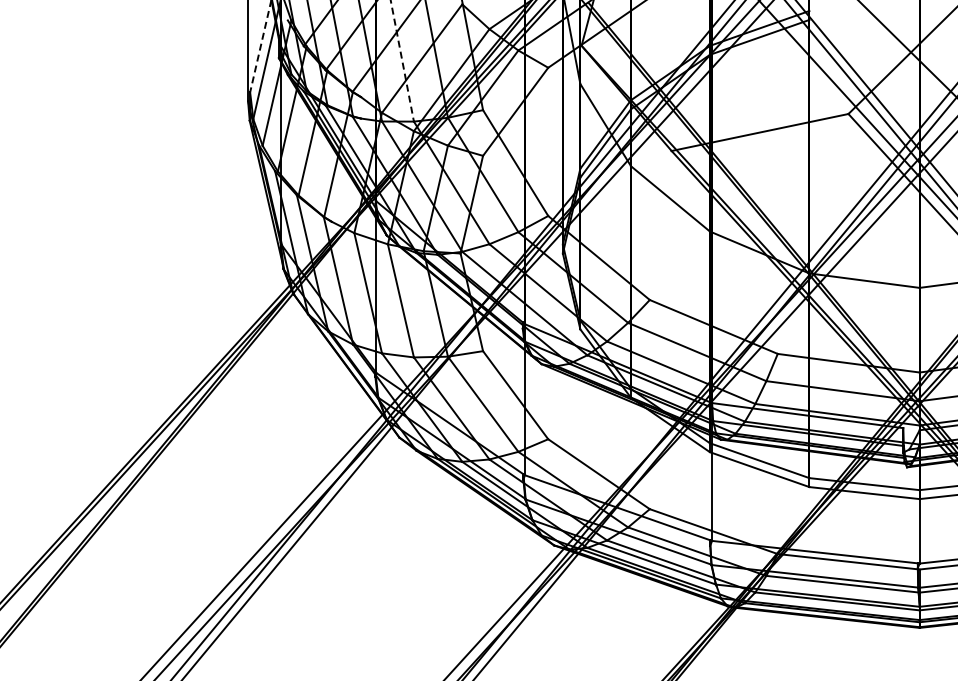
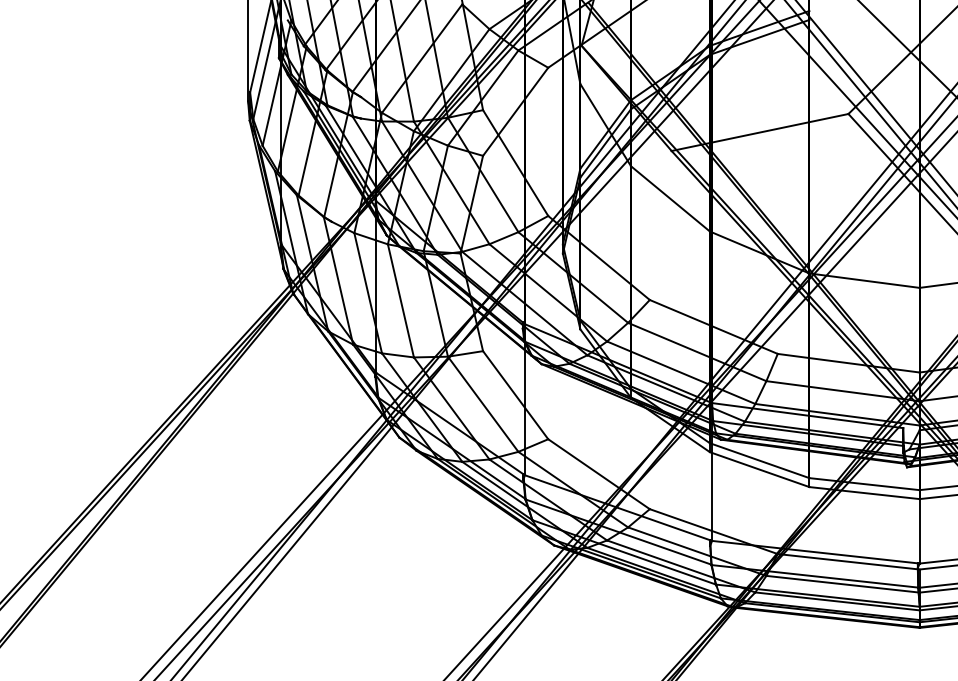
line at (260, 46): dashed -> solid
line at (402, 61): dashed -> solid
